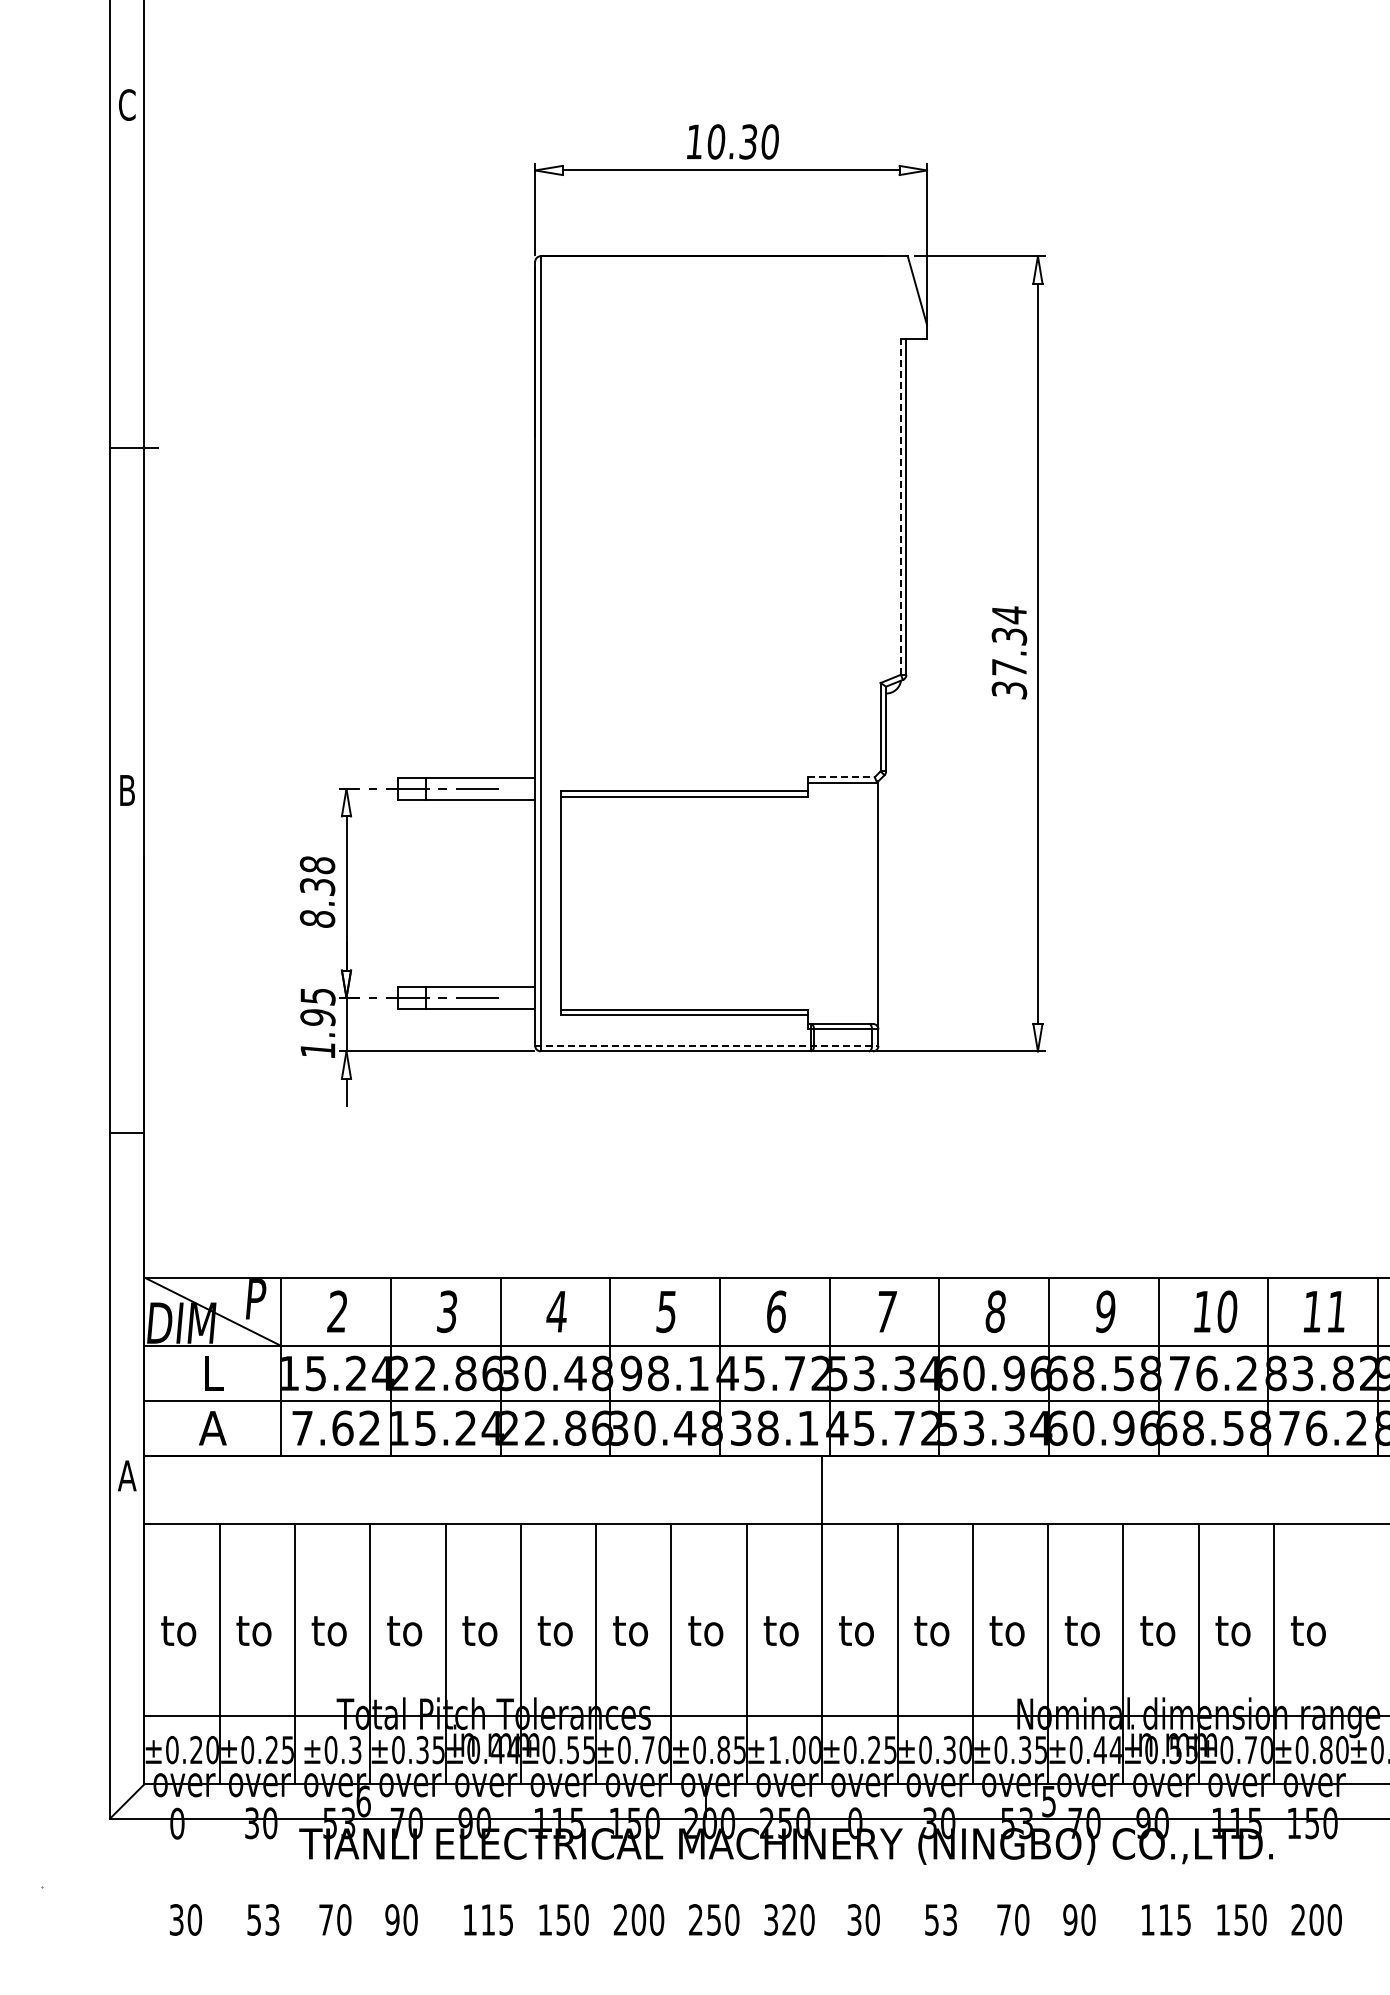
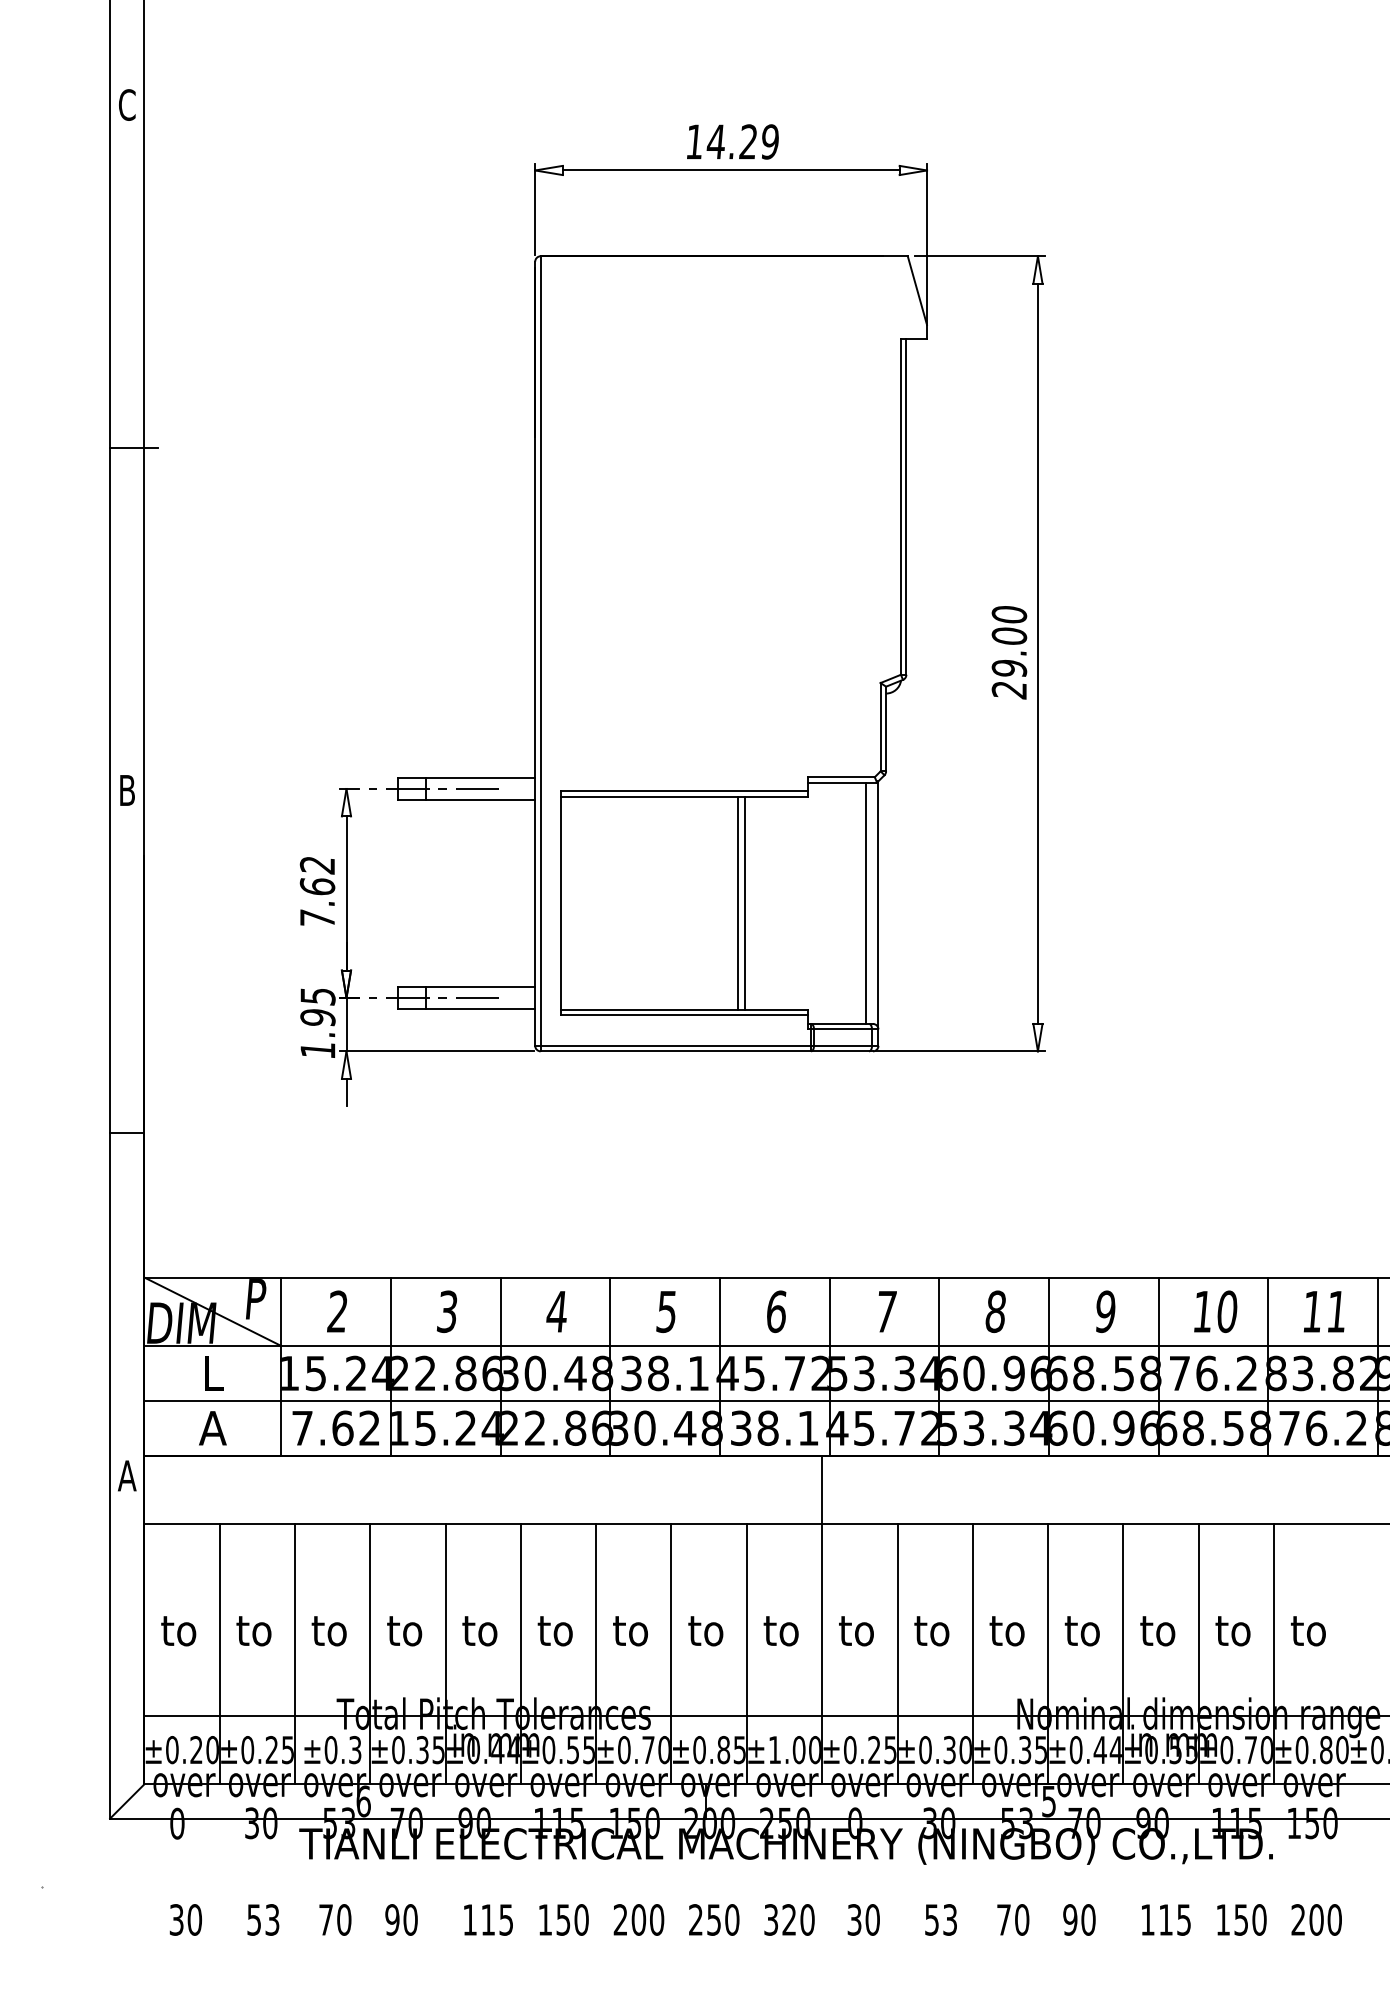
text at (742, 141): 10.30 -> 14.29
line at (900, 506): dashed -> solid
text at (1009, 652): 37.34 -> 29.00
line at (841, 777): dashed -> solid
text at (317, 891): 8.38 -> 7.62
line at (737, 902): none -> present
line at (744, 902): none -> present
line at (866, 902): none -> present
line at (706, 1045): dashed -> solid
text at (631, 1373): 98.1 -> 38.1
